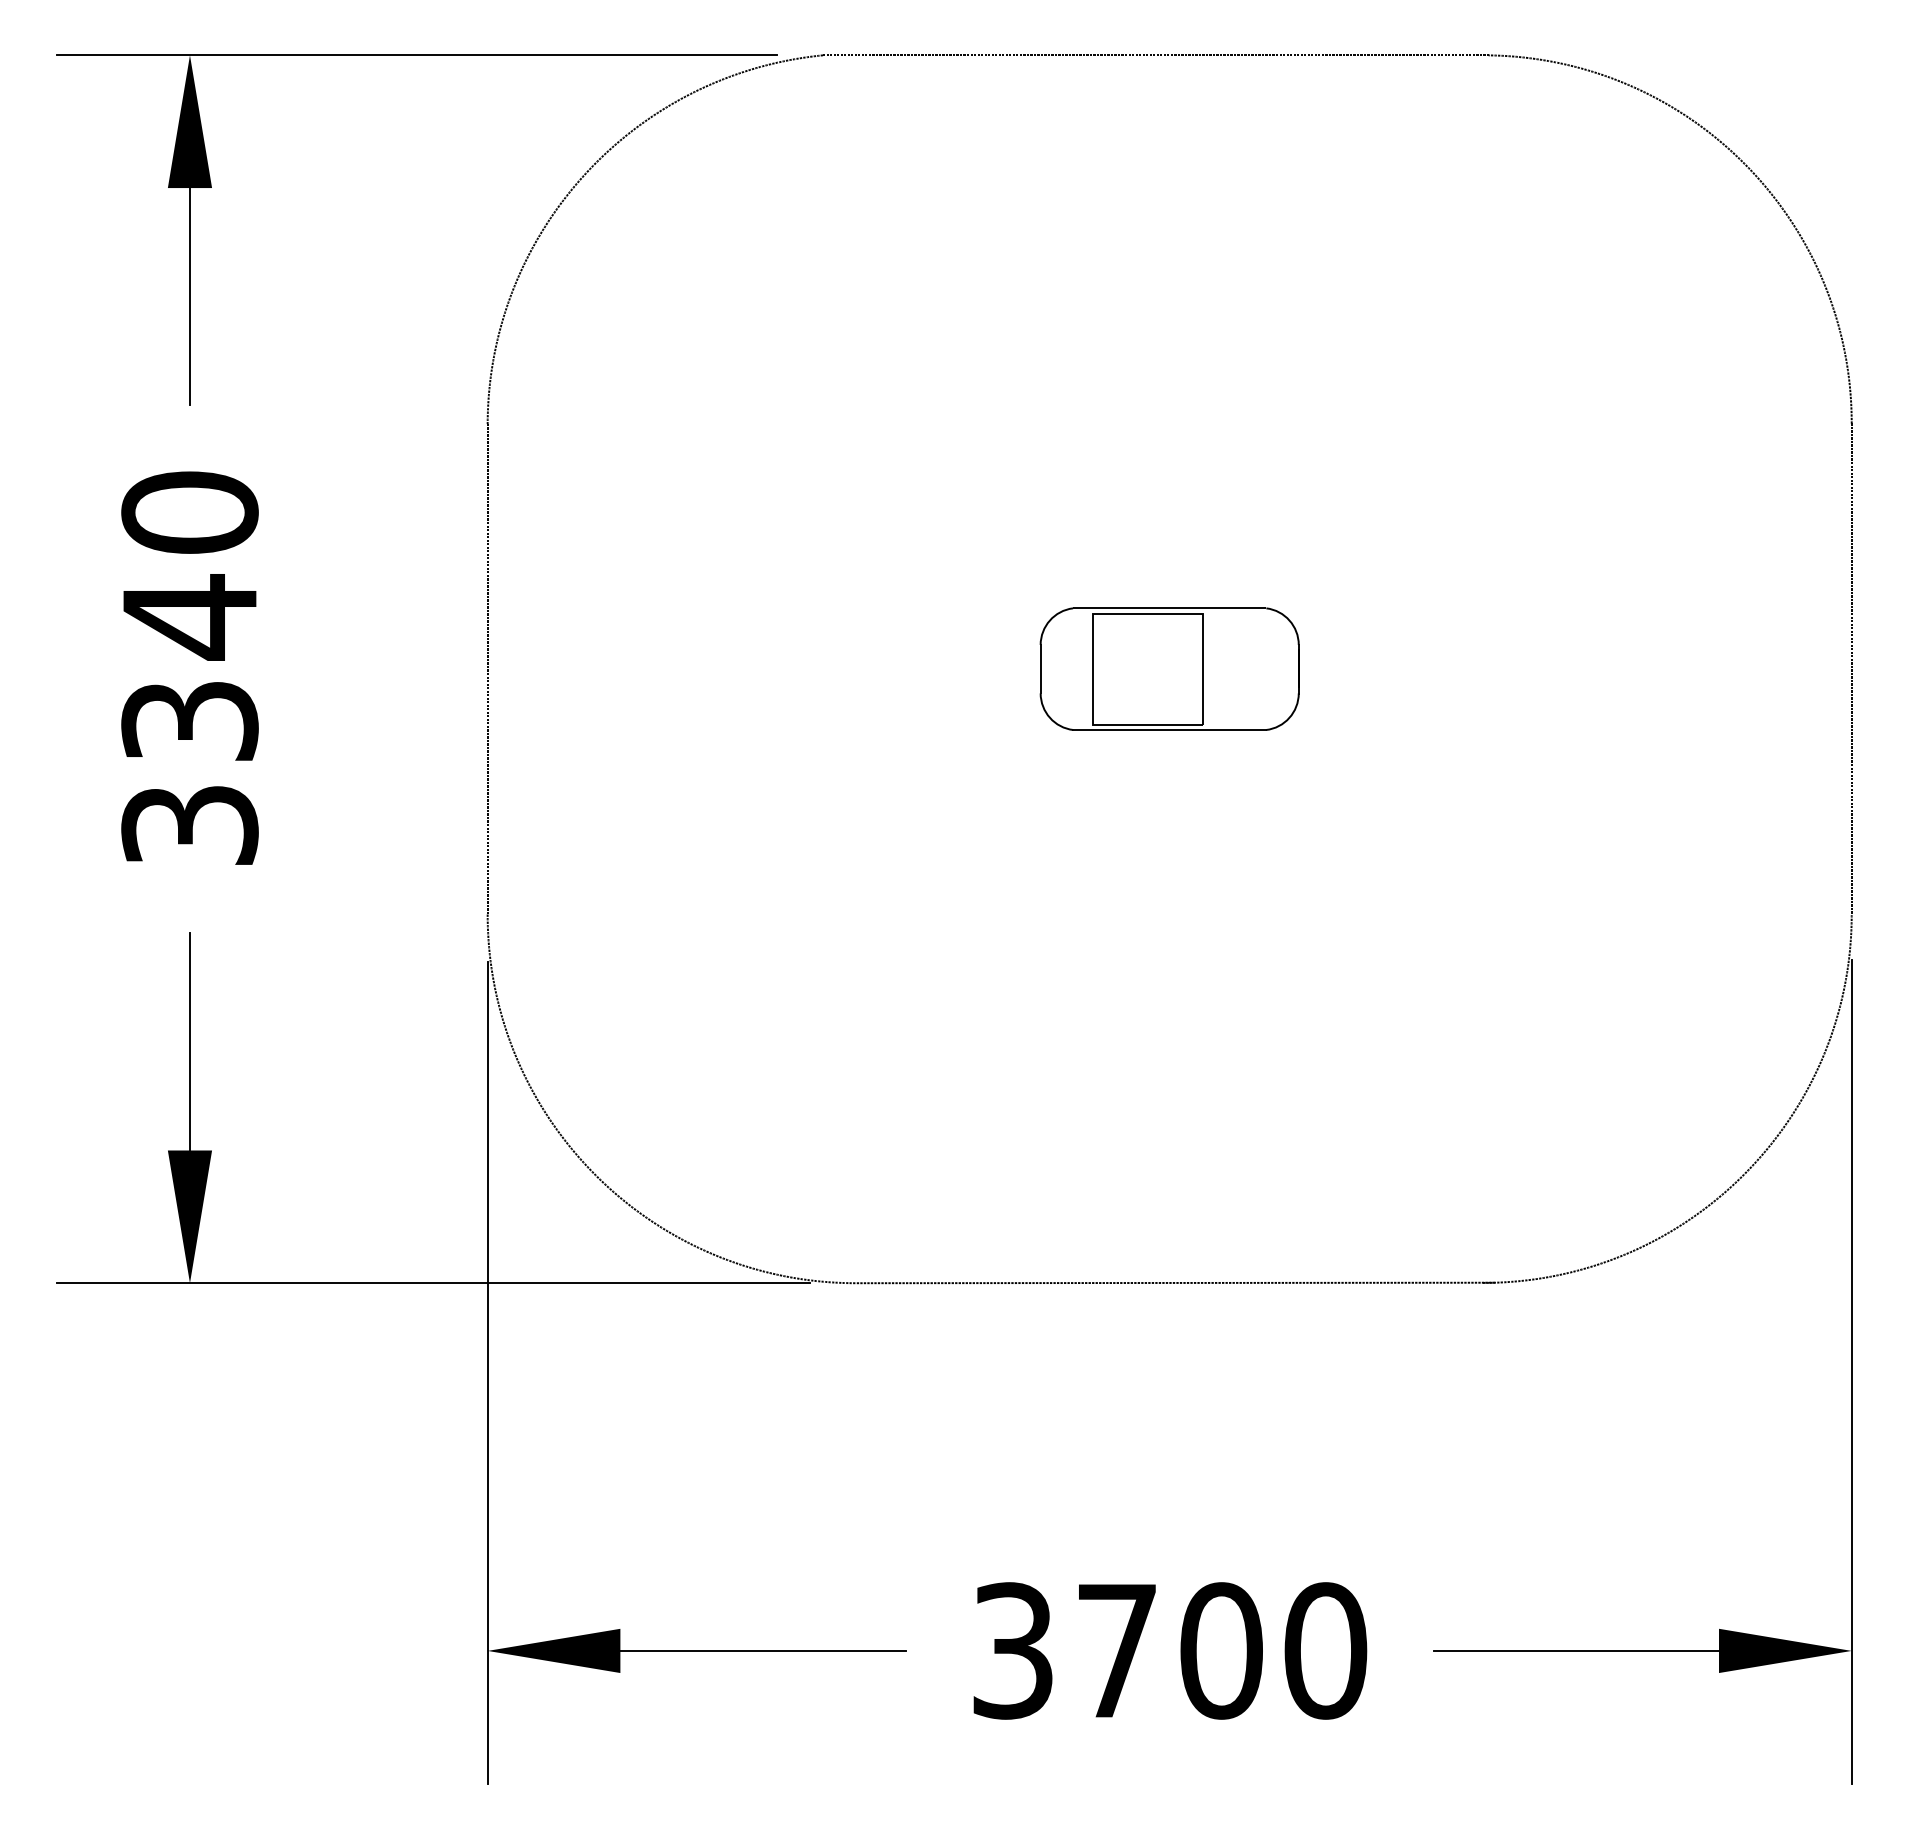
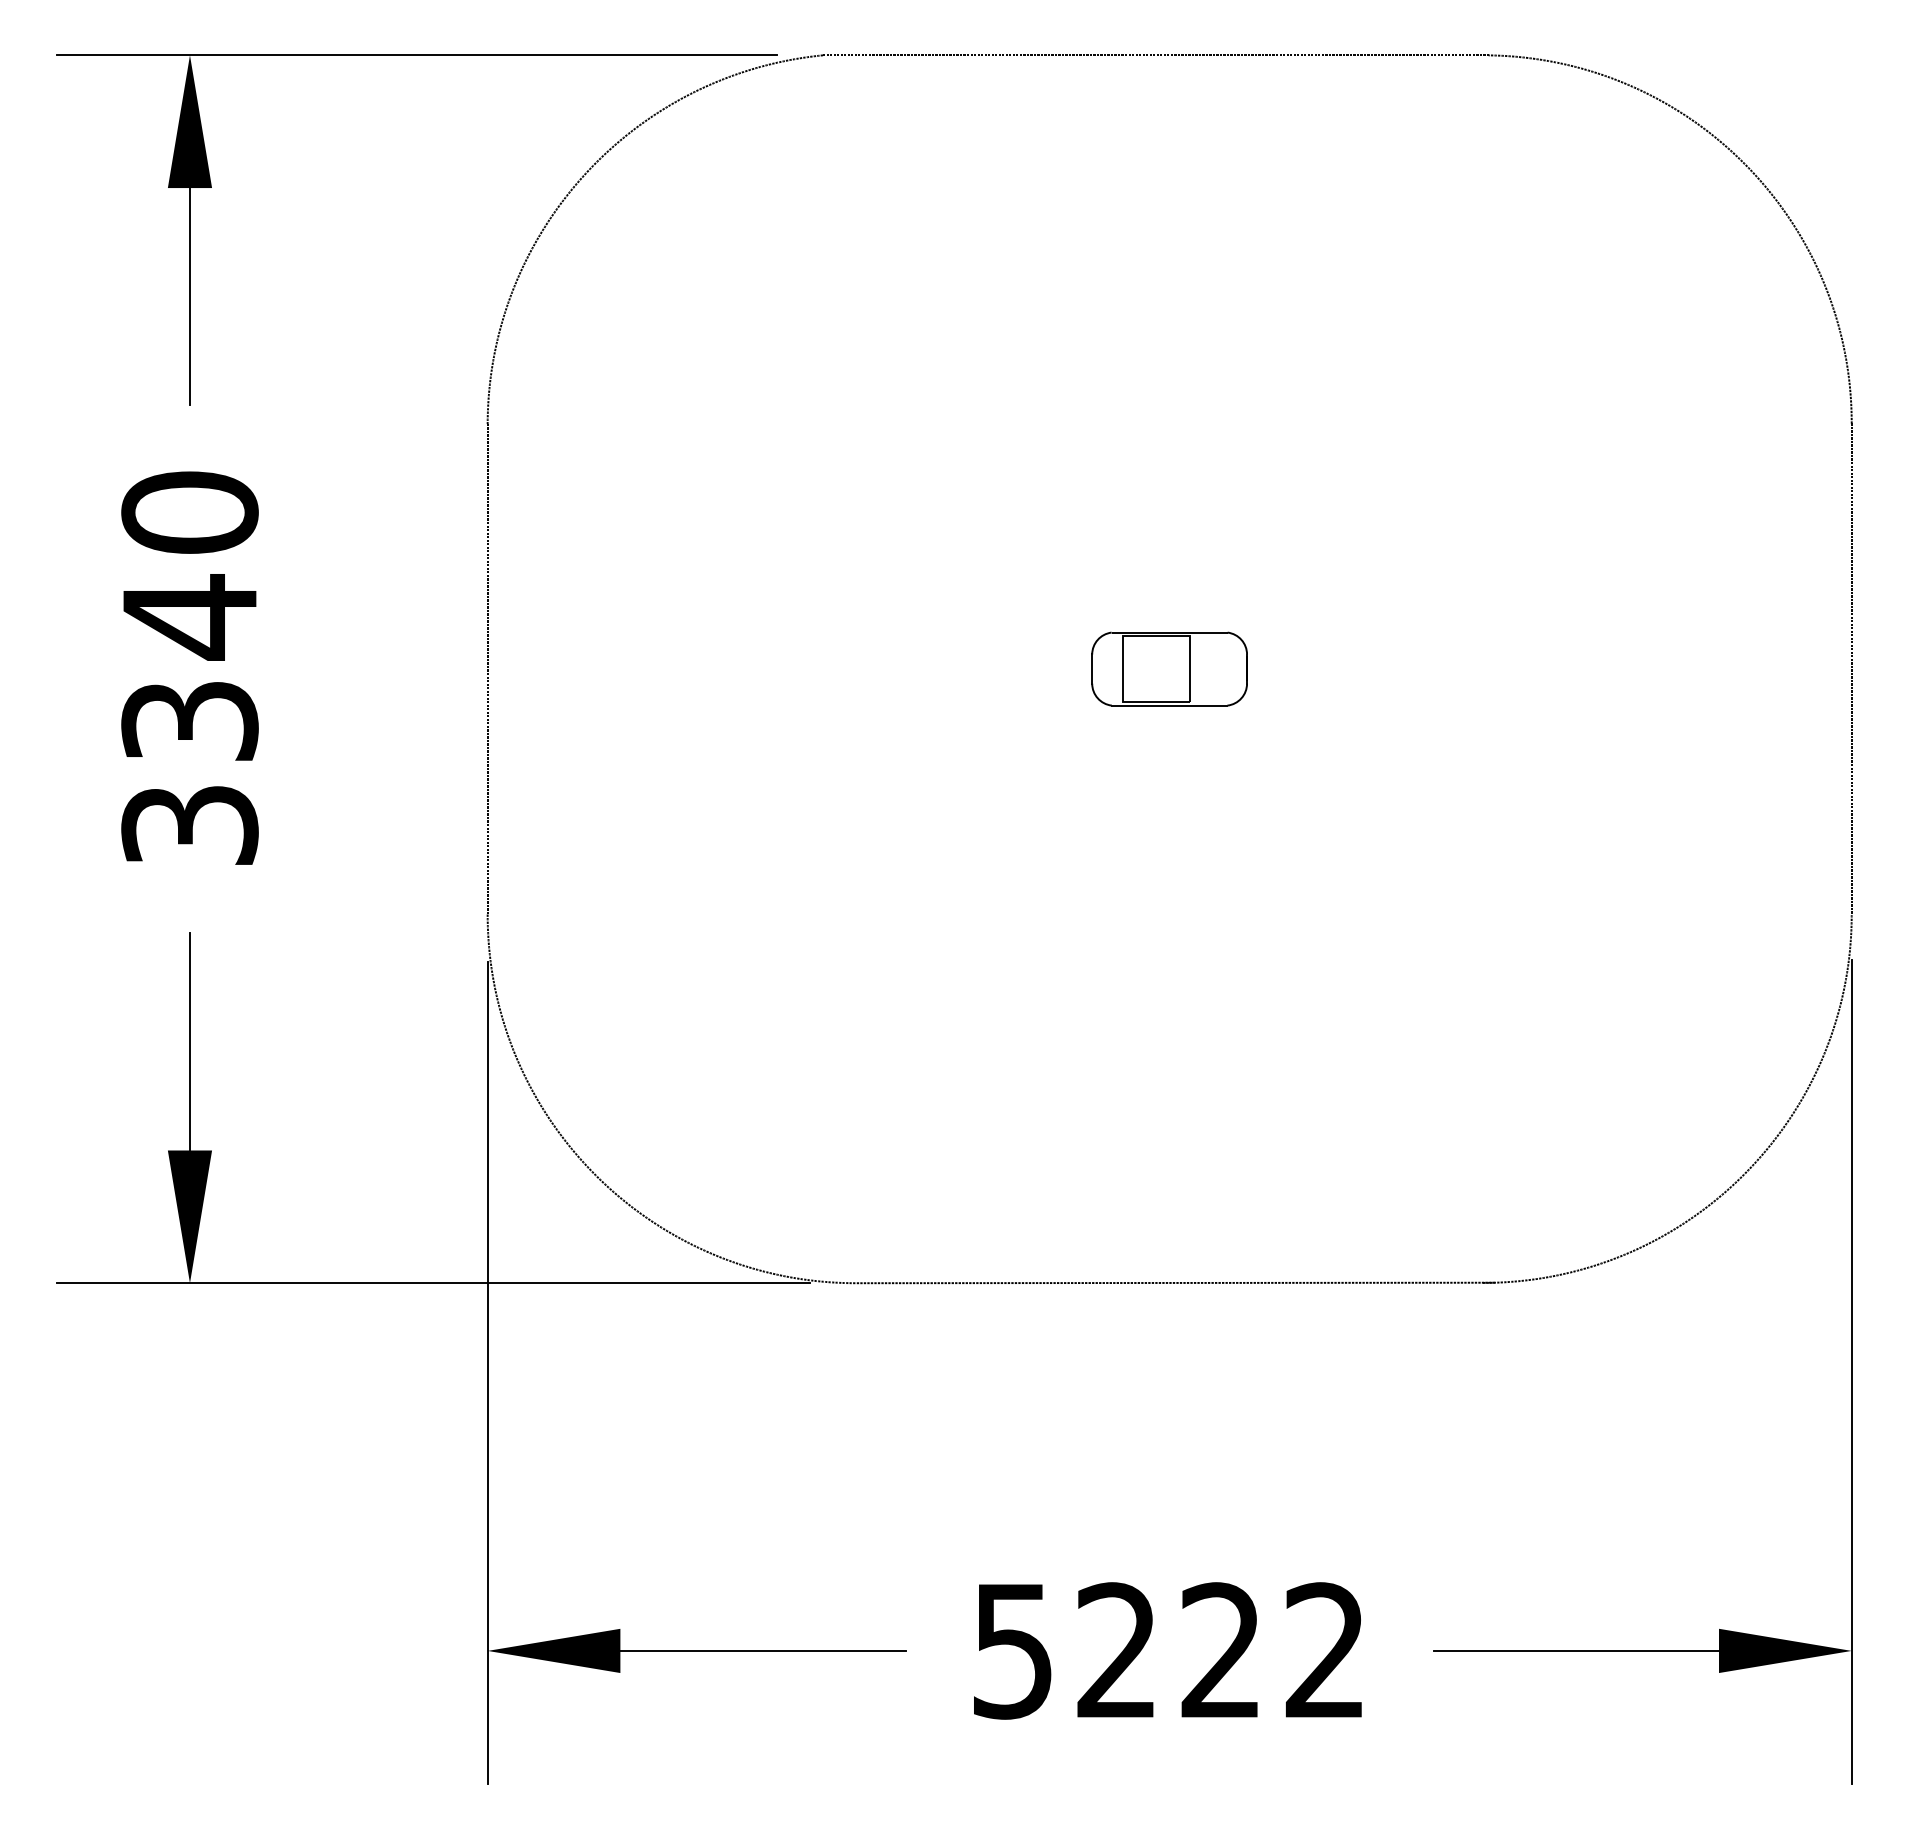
part at (1169, 668) size: 261x124 px -> 157x76 px
text at (1170, 1650): 3700 -> 5222
